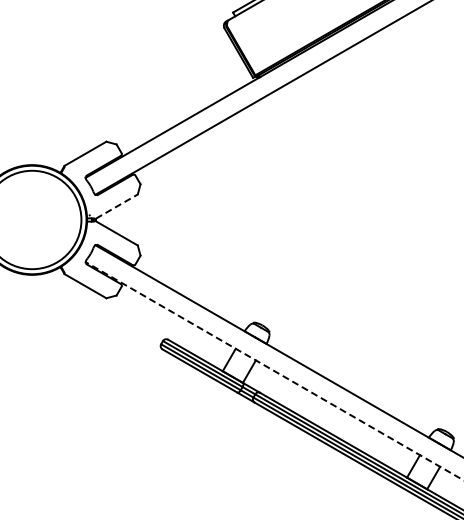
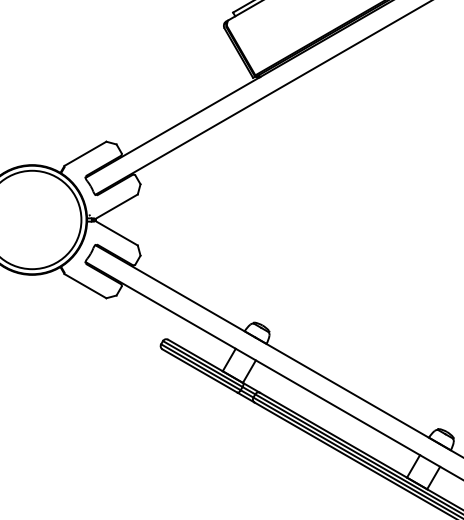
line at (117, 206): dashed -> solid
line at (274, 371): dashed -> solid
